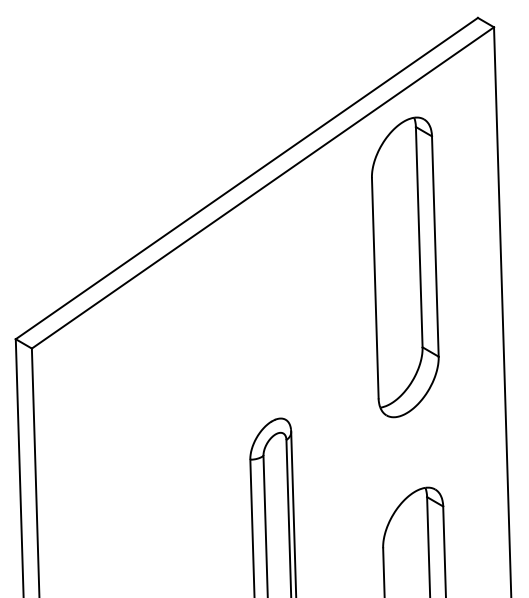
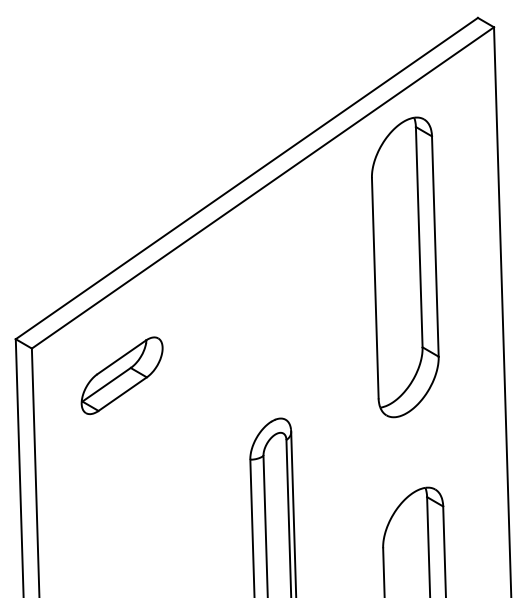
part at (121, 375): none -> present
